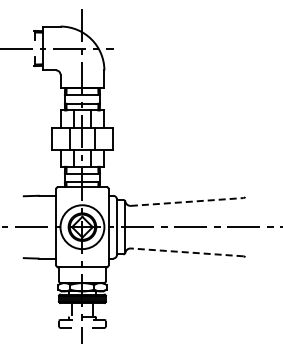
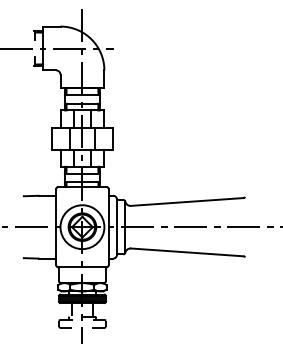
line at (187, 201): dashed -> solid
line at (186, 252): dashed -> solid
